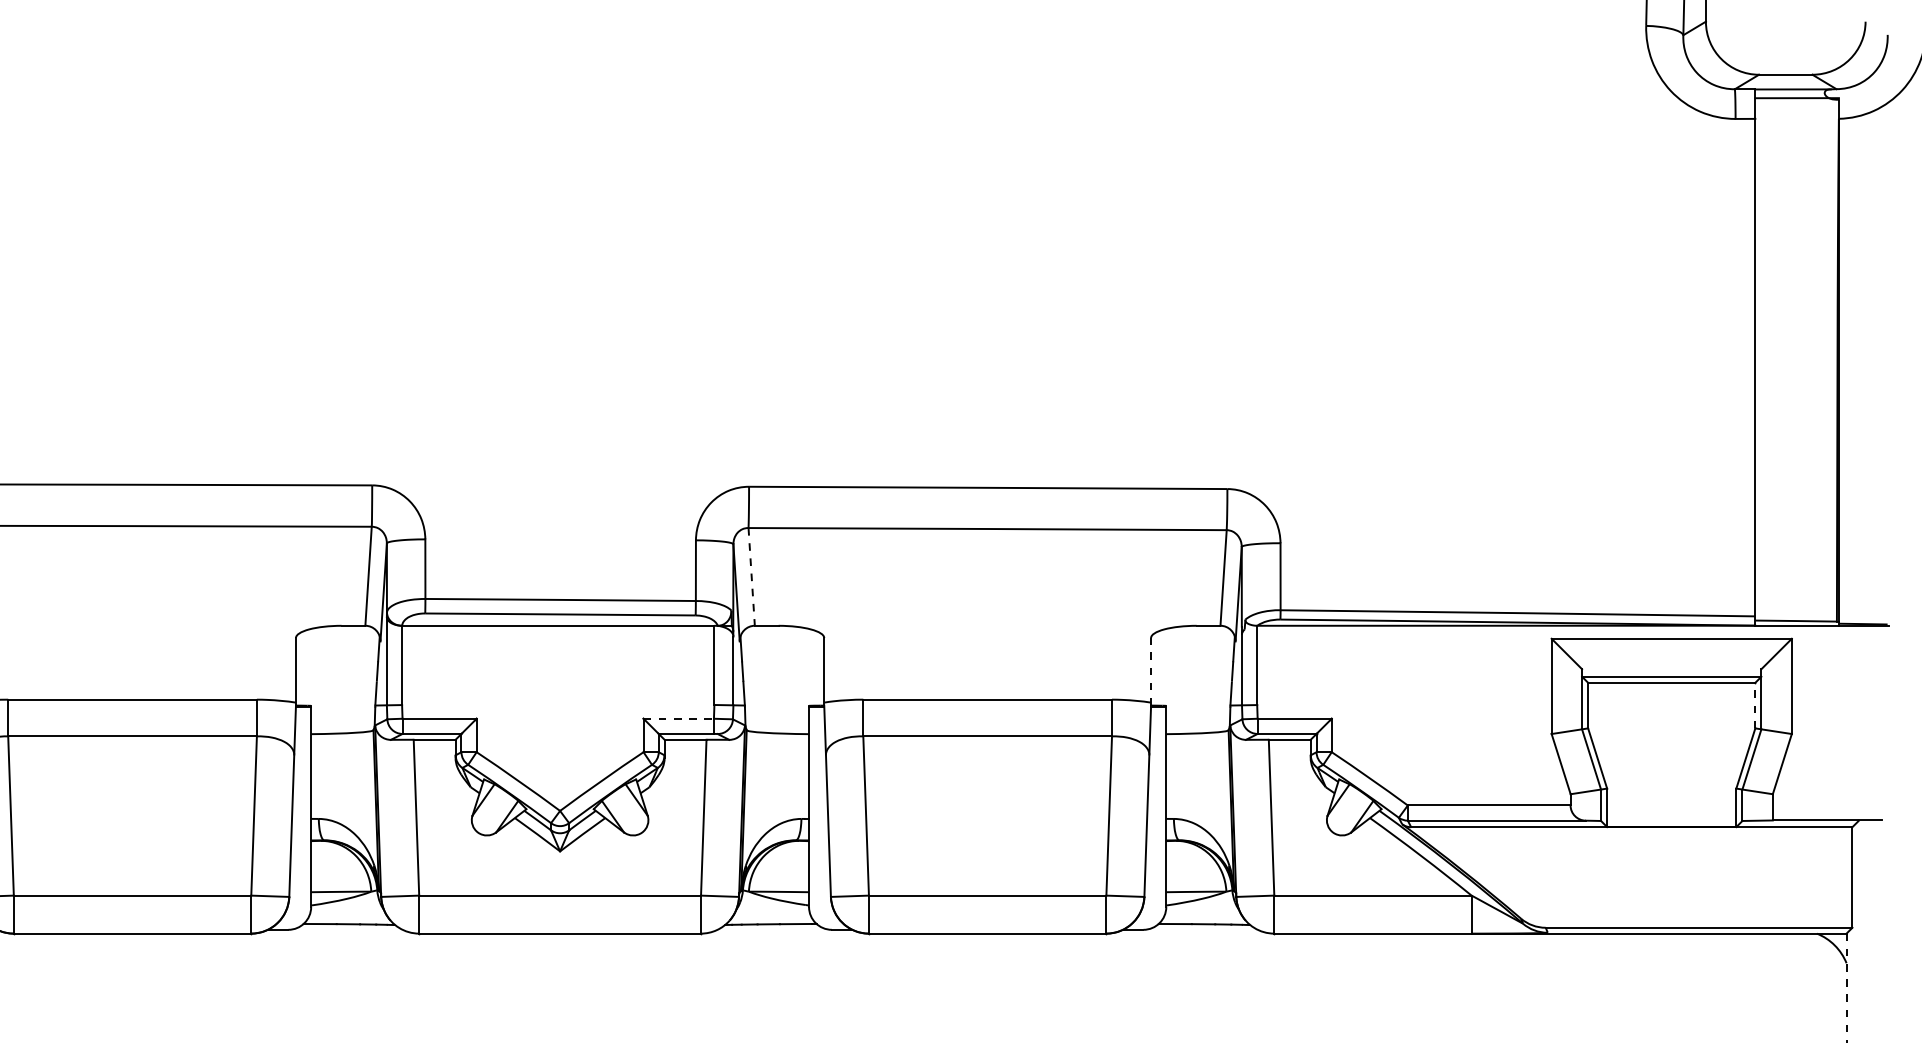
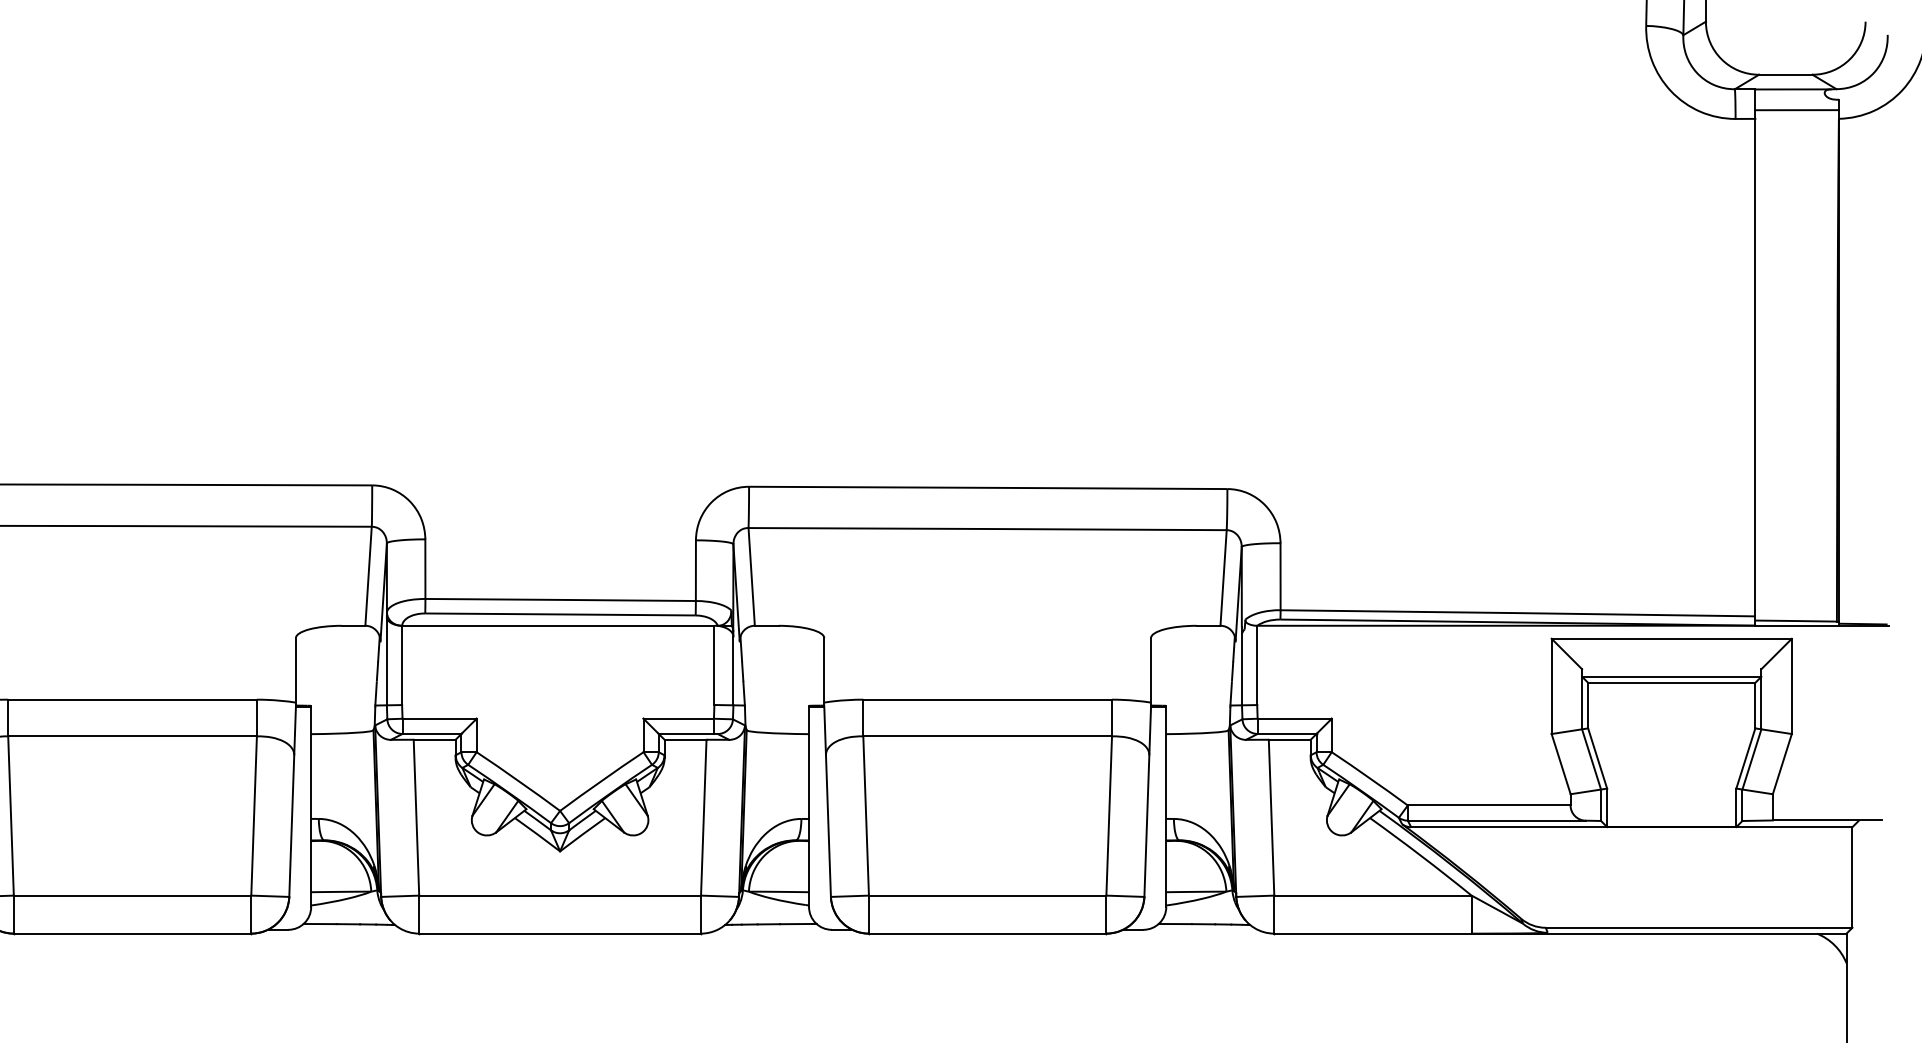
line at (1796, 98) position: (1796, 98) -> (1796, 110)
line at (751, 576): dashed -> solid
line at (1151, 671): dashed -> solid
line at (1755, 705): dashed -> solid
line at (679, 718): dashed -> solid
line at (1846, 988): dashed -> solid
